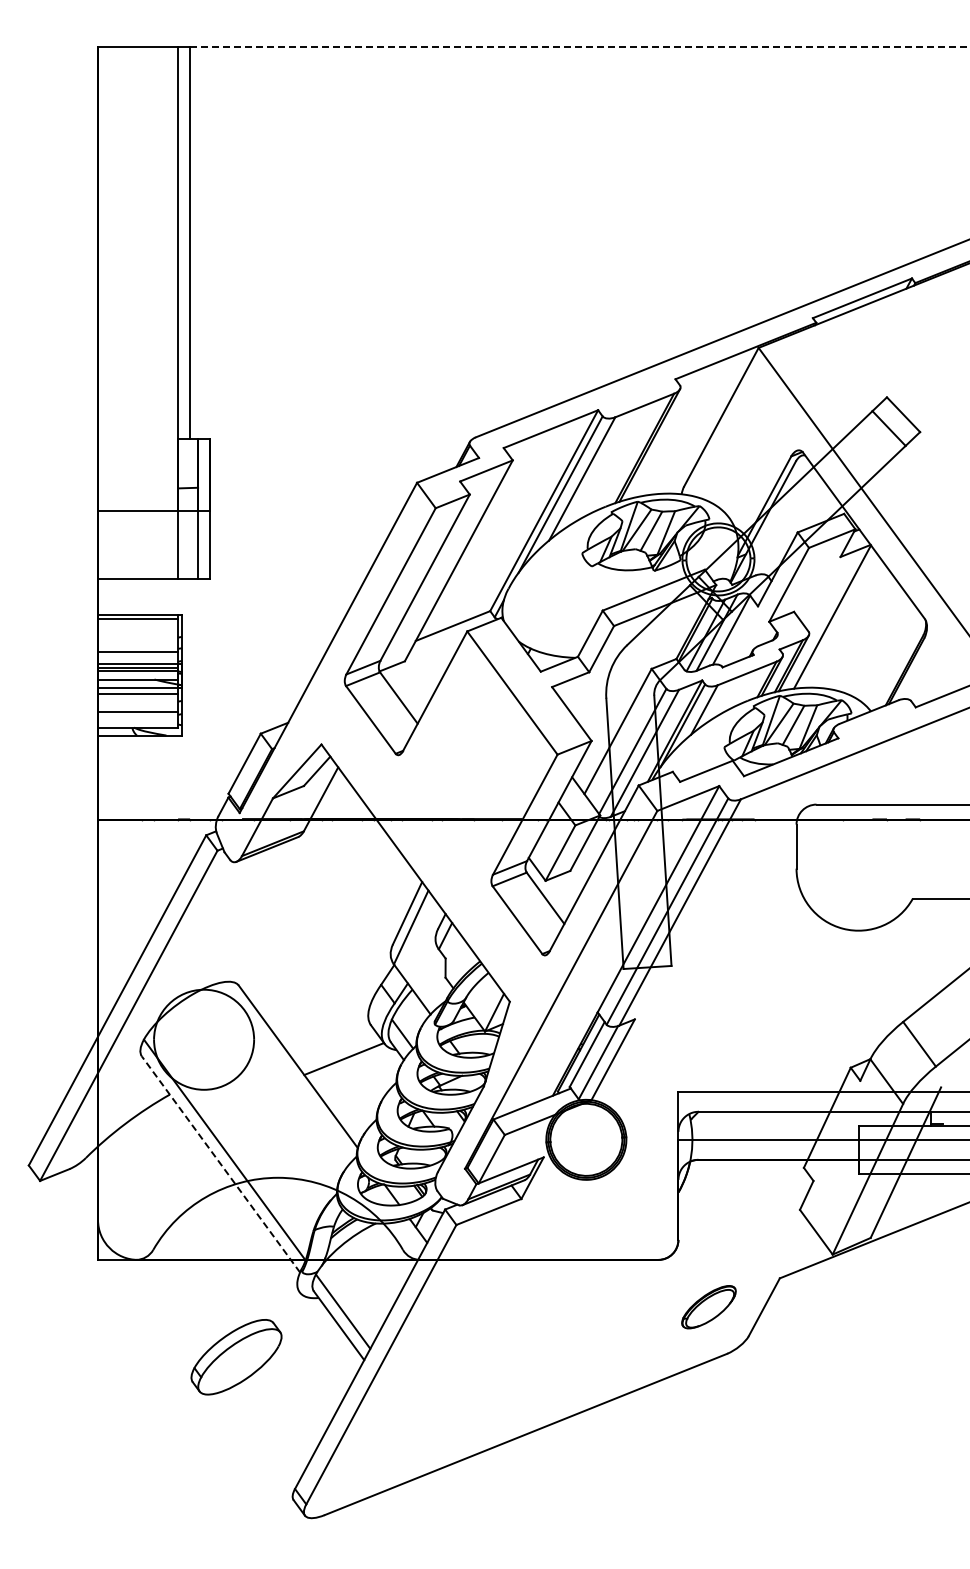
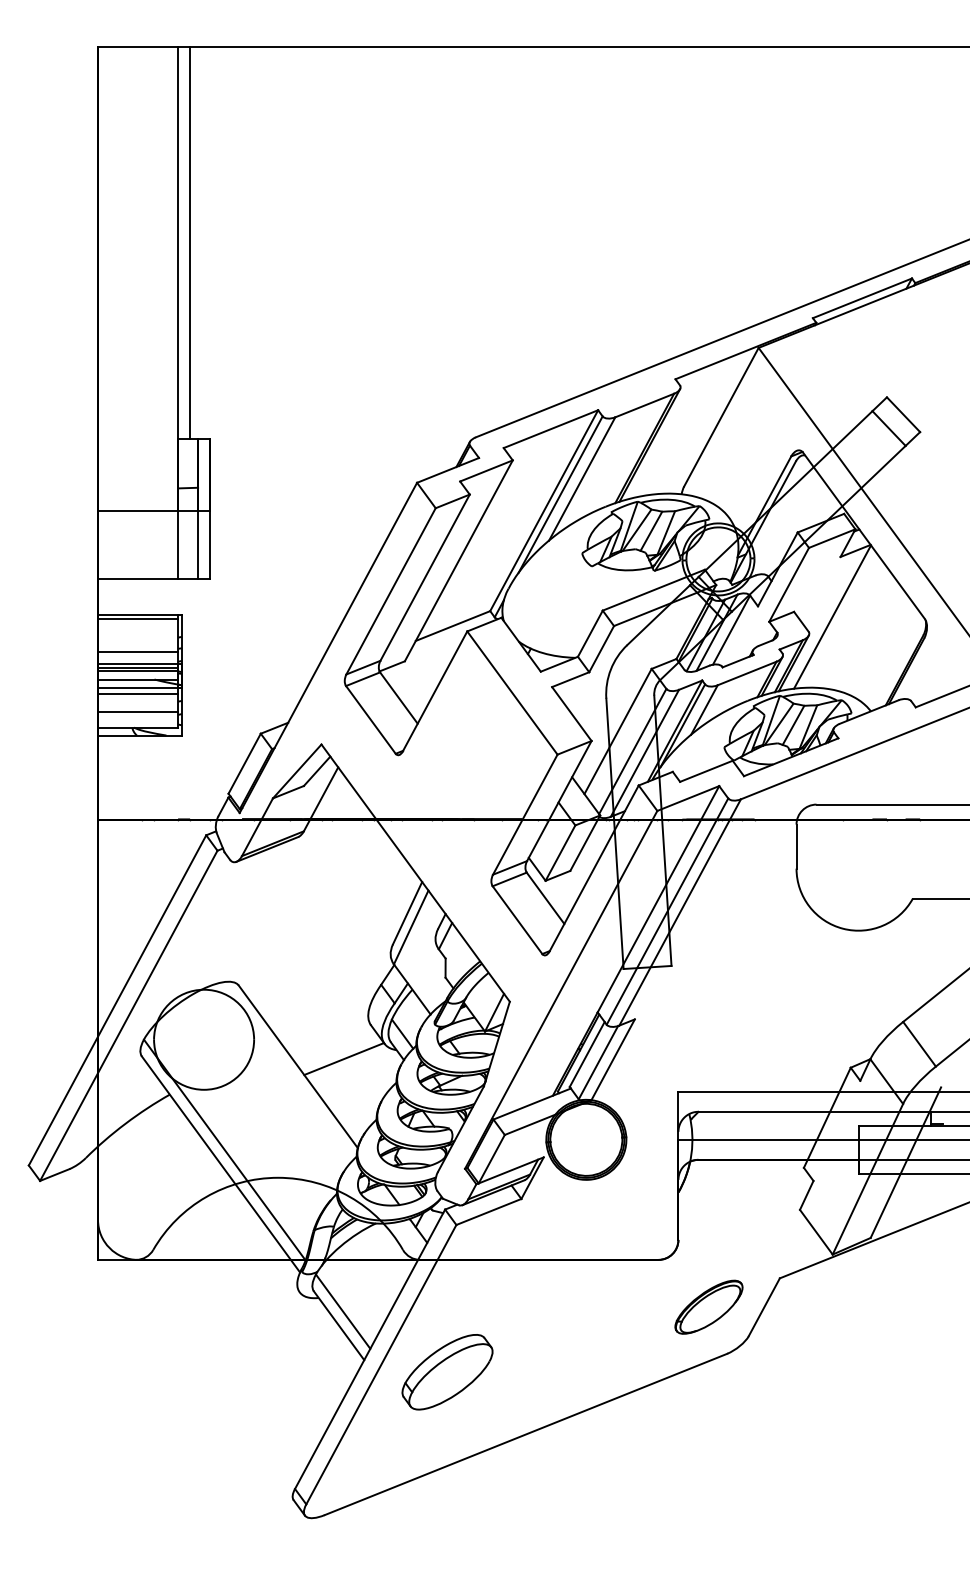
line at (579, 47): dashed -> solid
line at (221, 1164): dashed -> solid
part at (708, 1307) size: 56x45 px -> 70x56 px
part at (236, 1357) position: (236, 1357) -> (447, 1372)
